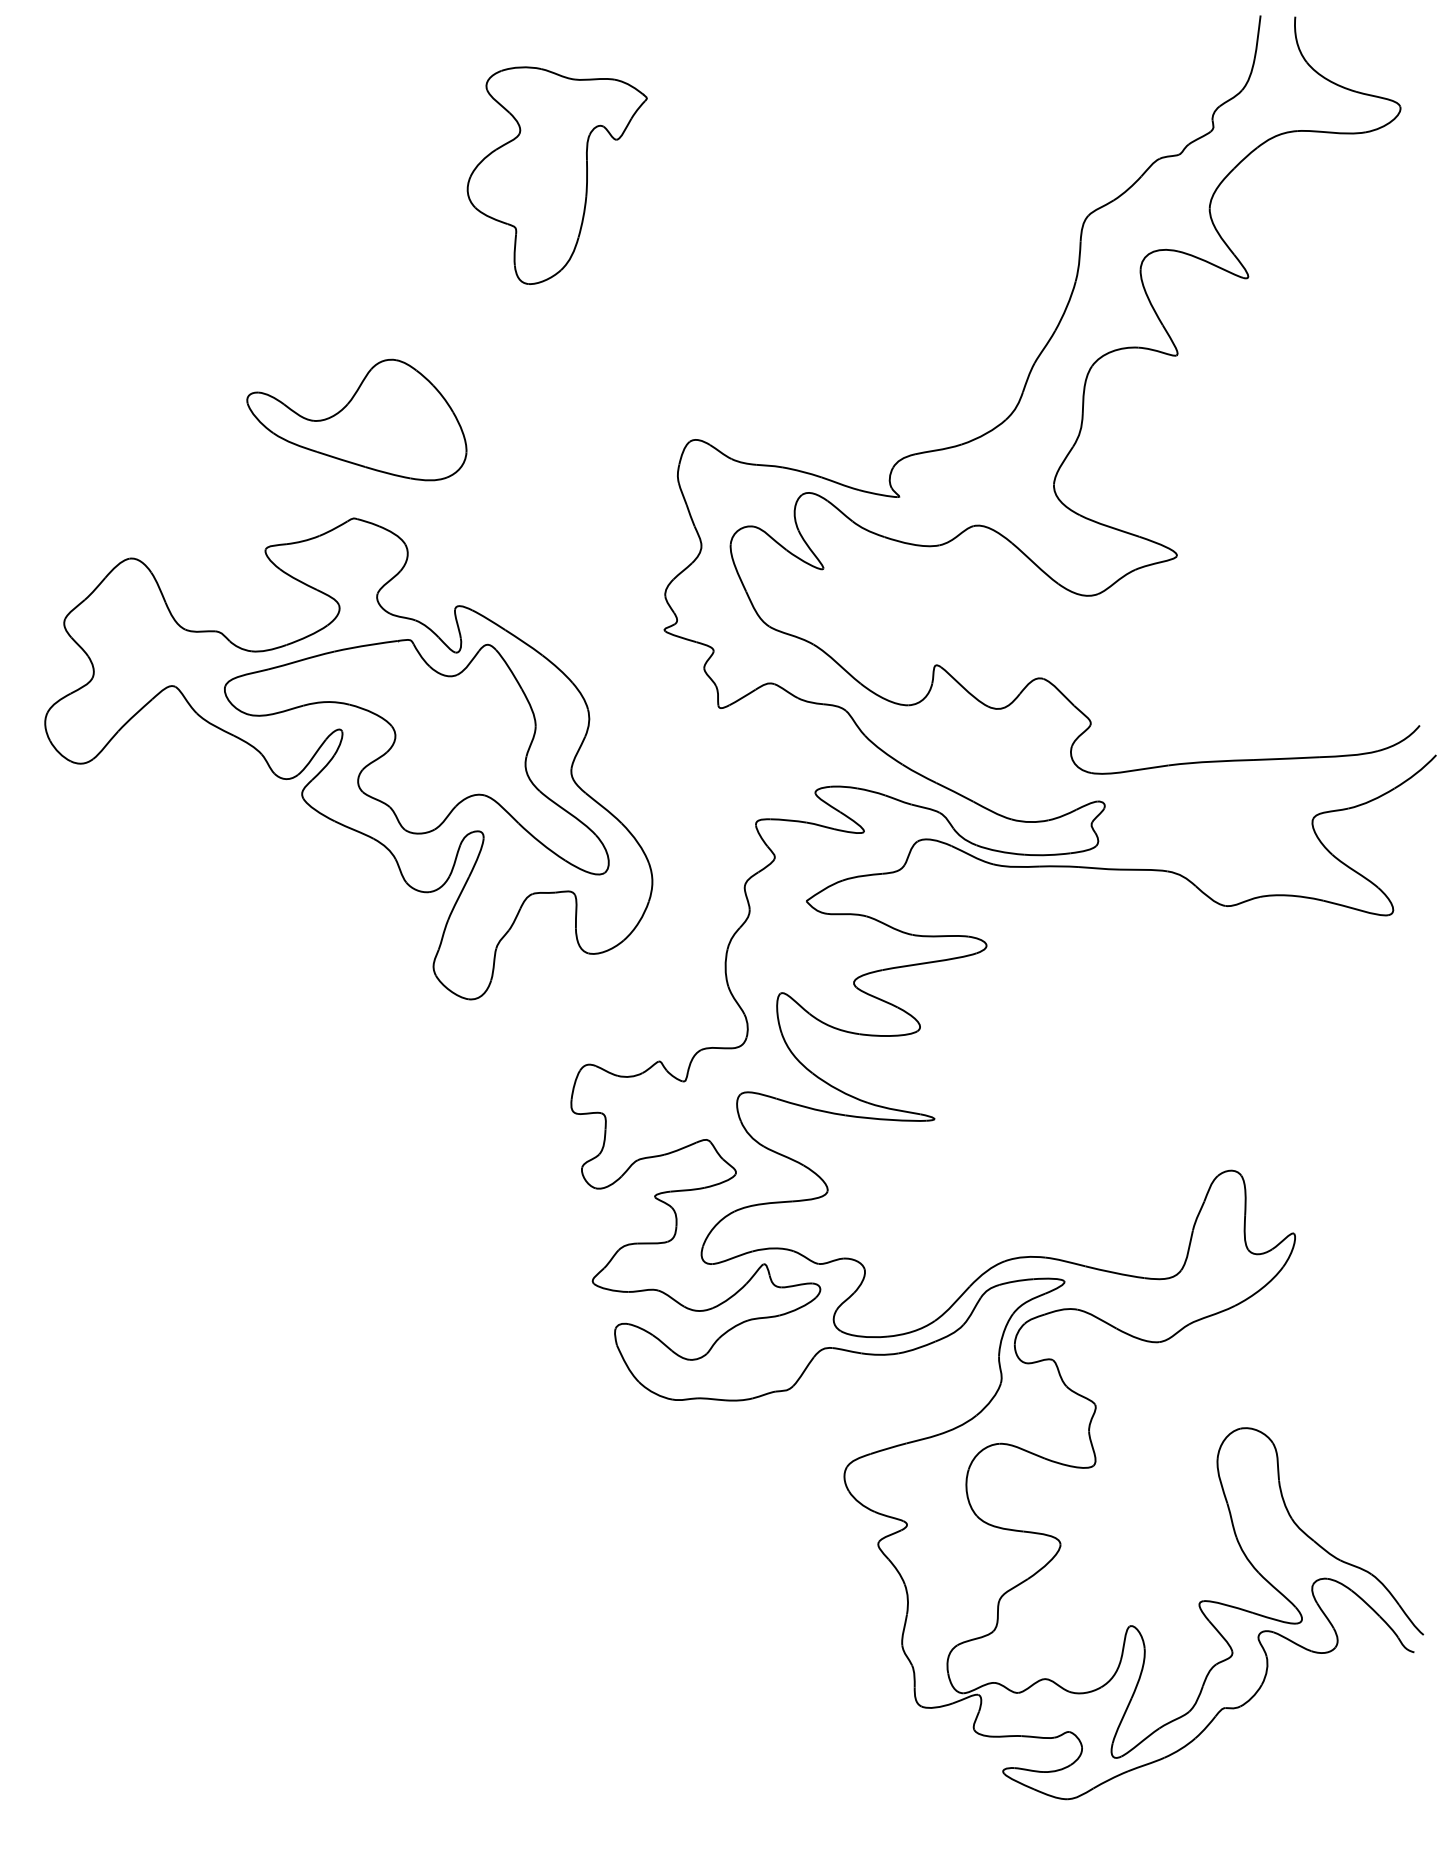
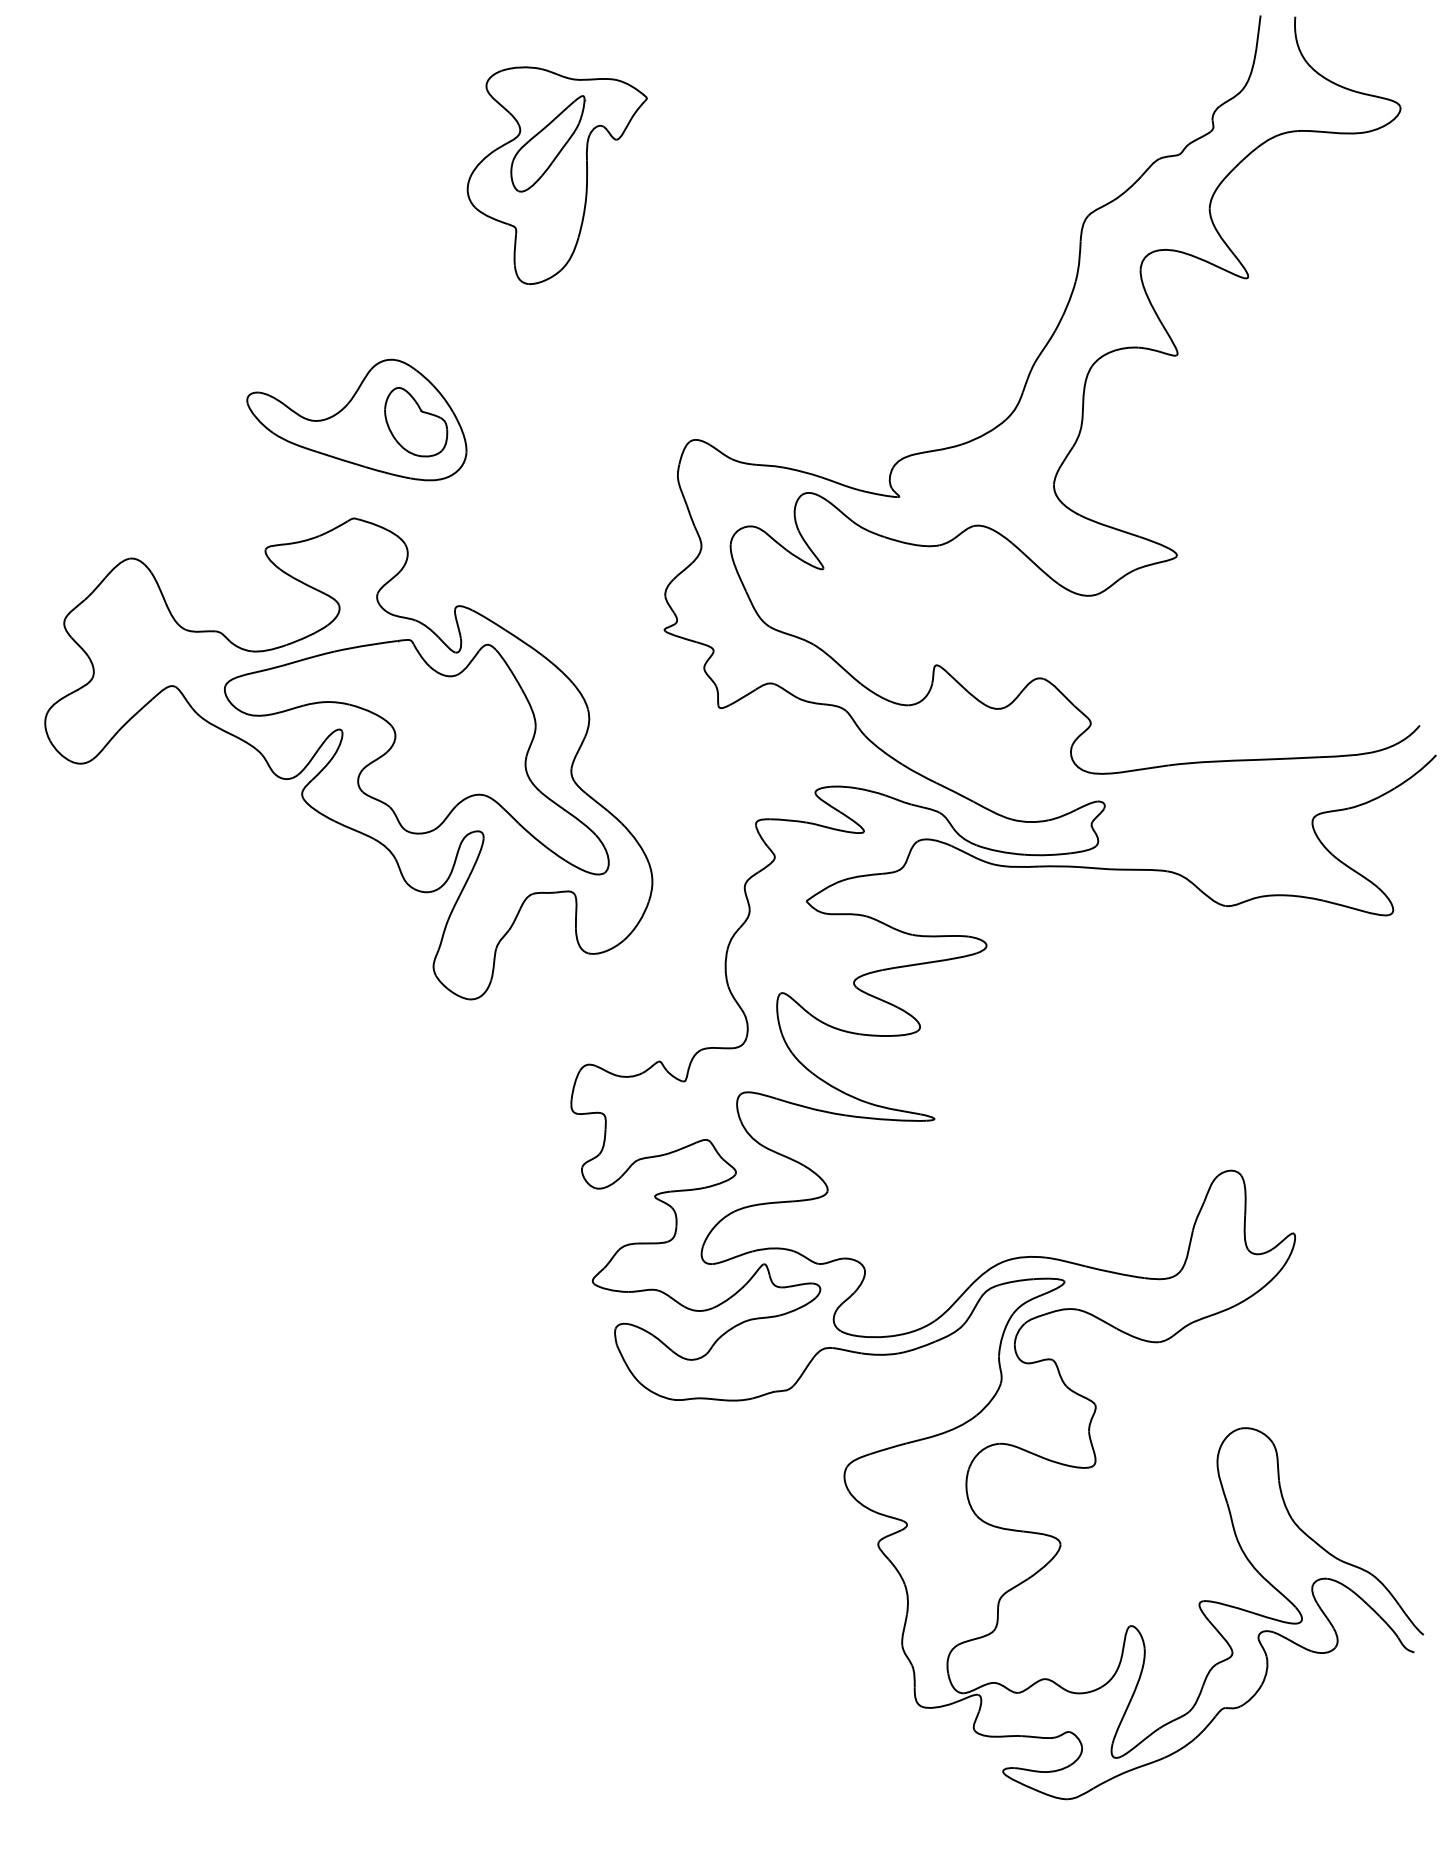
part at (548, 143): none -> present
part at (416, 422): none -> present
